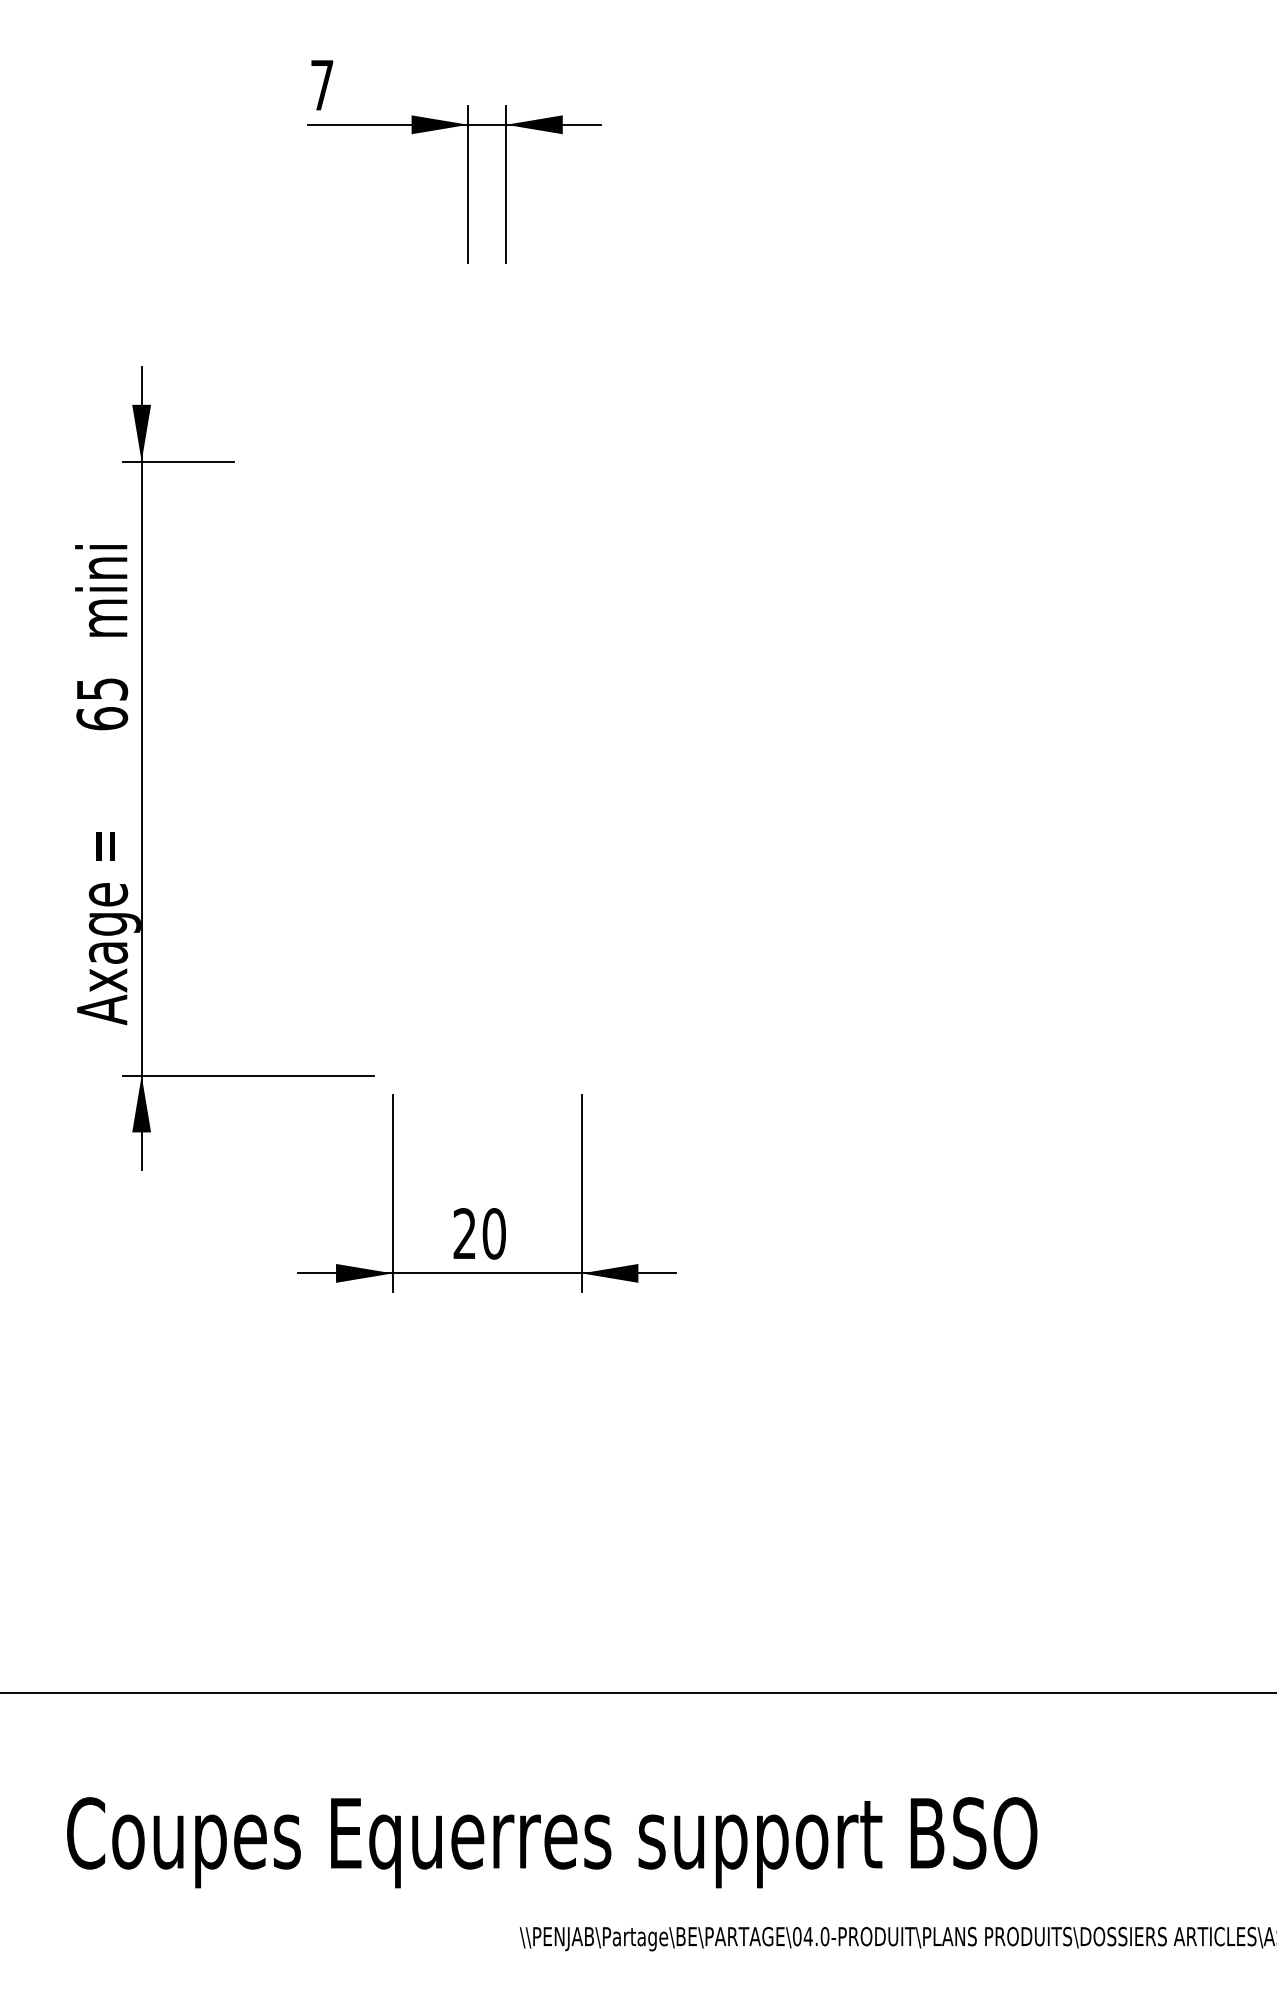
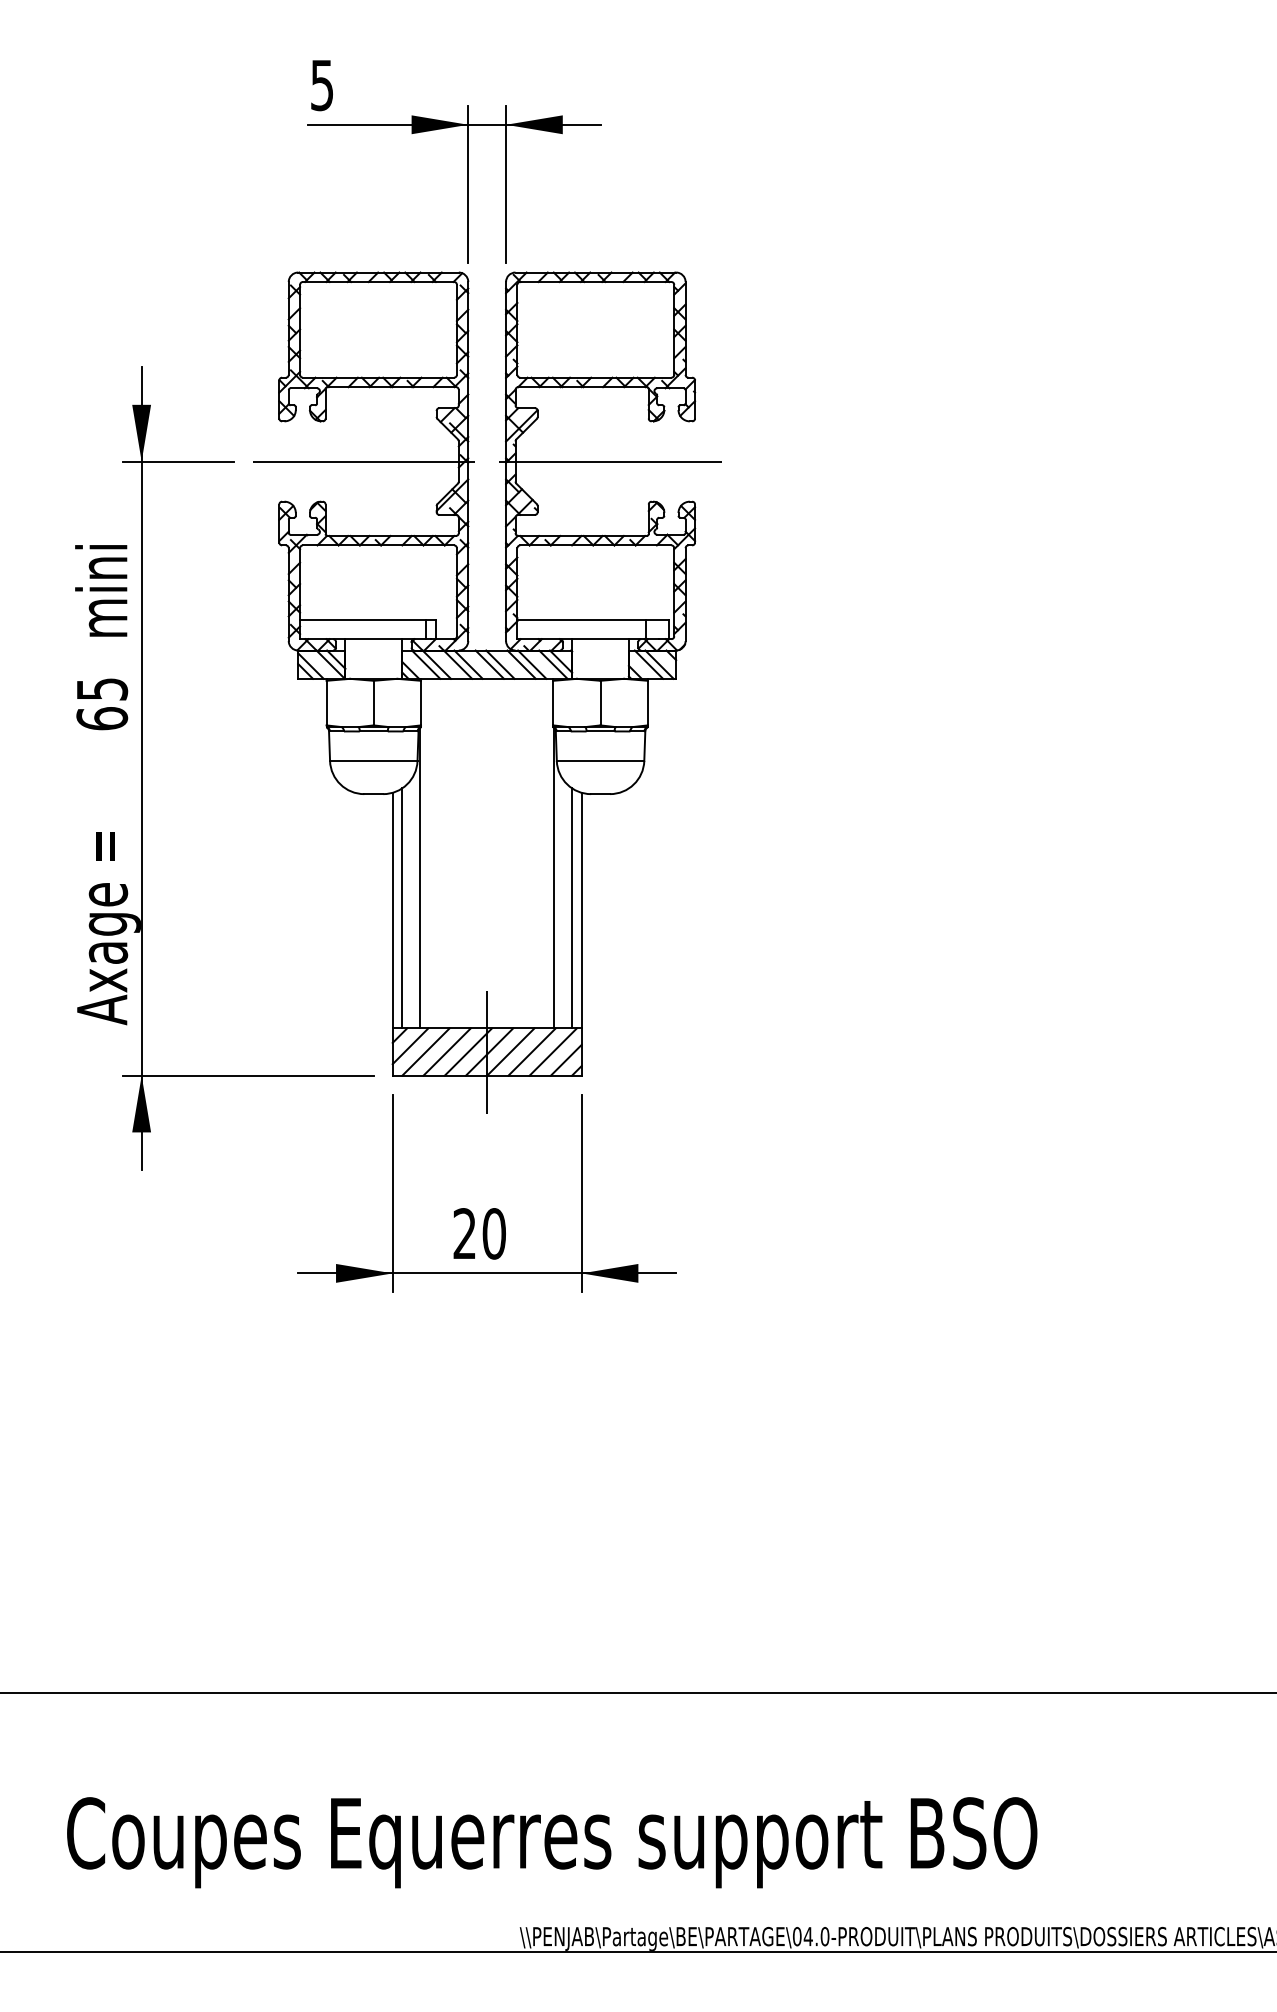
text at (322, 85): 7 -> 5
part at (487, 692): none -> present
line at (637, 1951): none -> present
